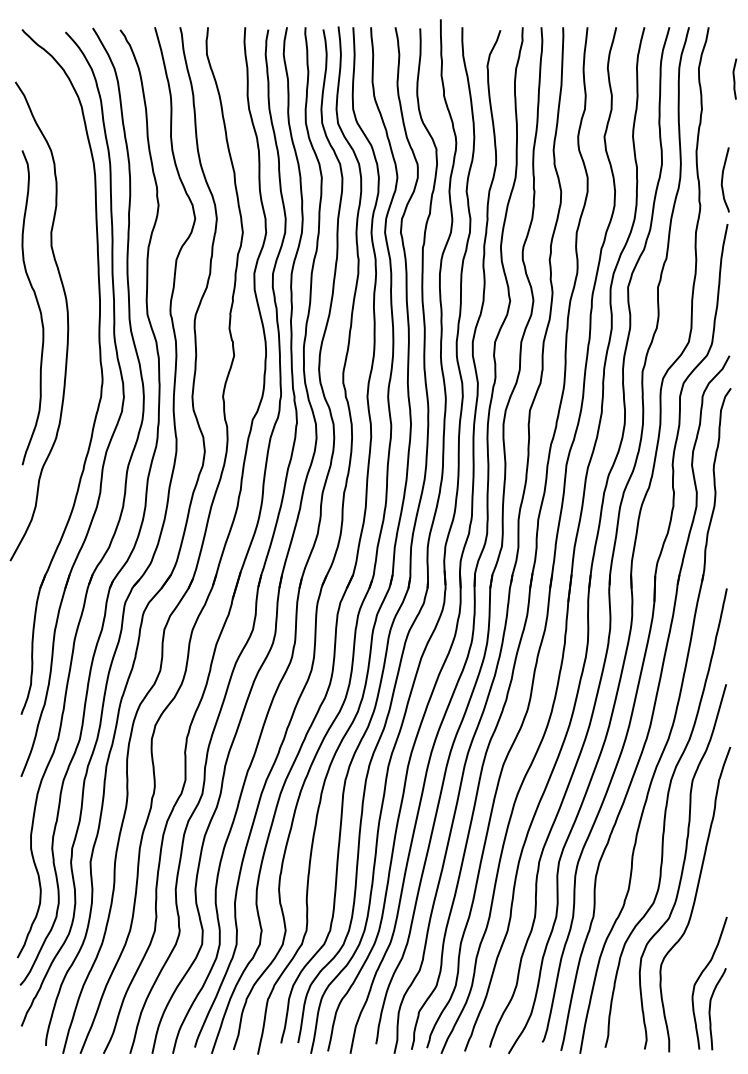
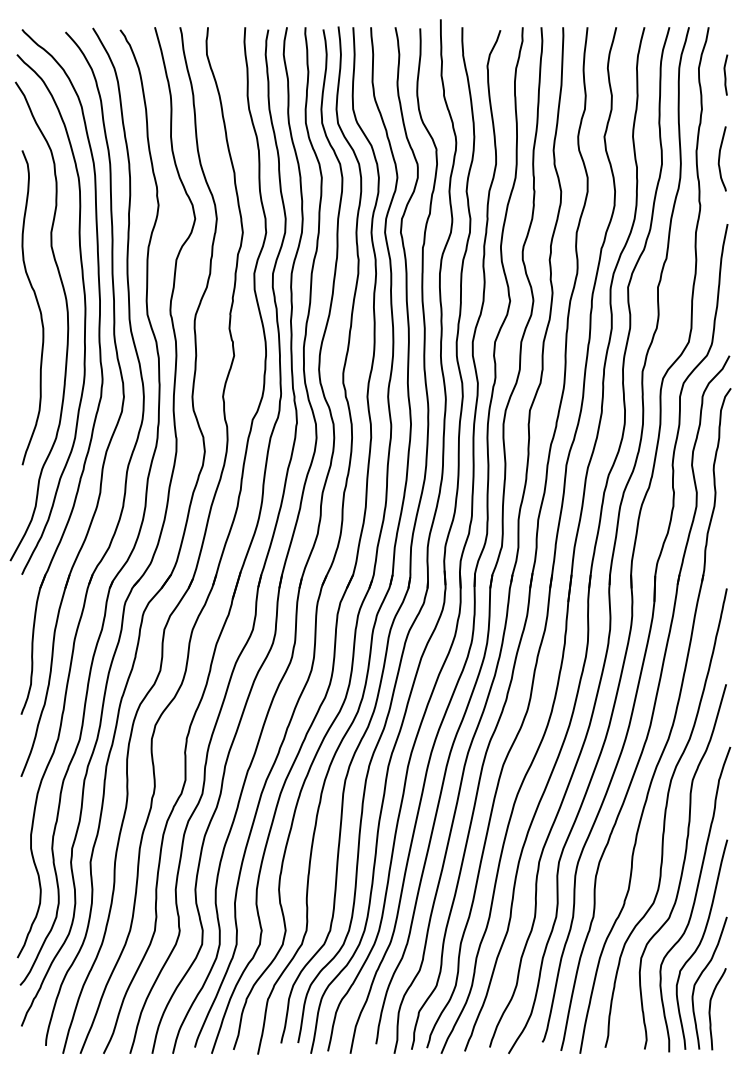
curve at (734, 78) position: (734, 78) -> (725, 74)
curve at (723, 179) position: (723, 179) -> (720, 158)
curve at (84, 314): none -> present
curve at (700, 944): none -> present
